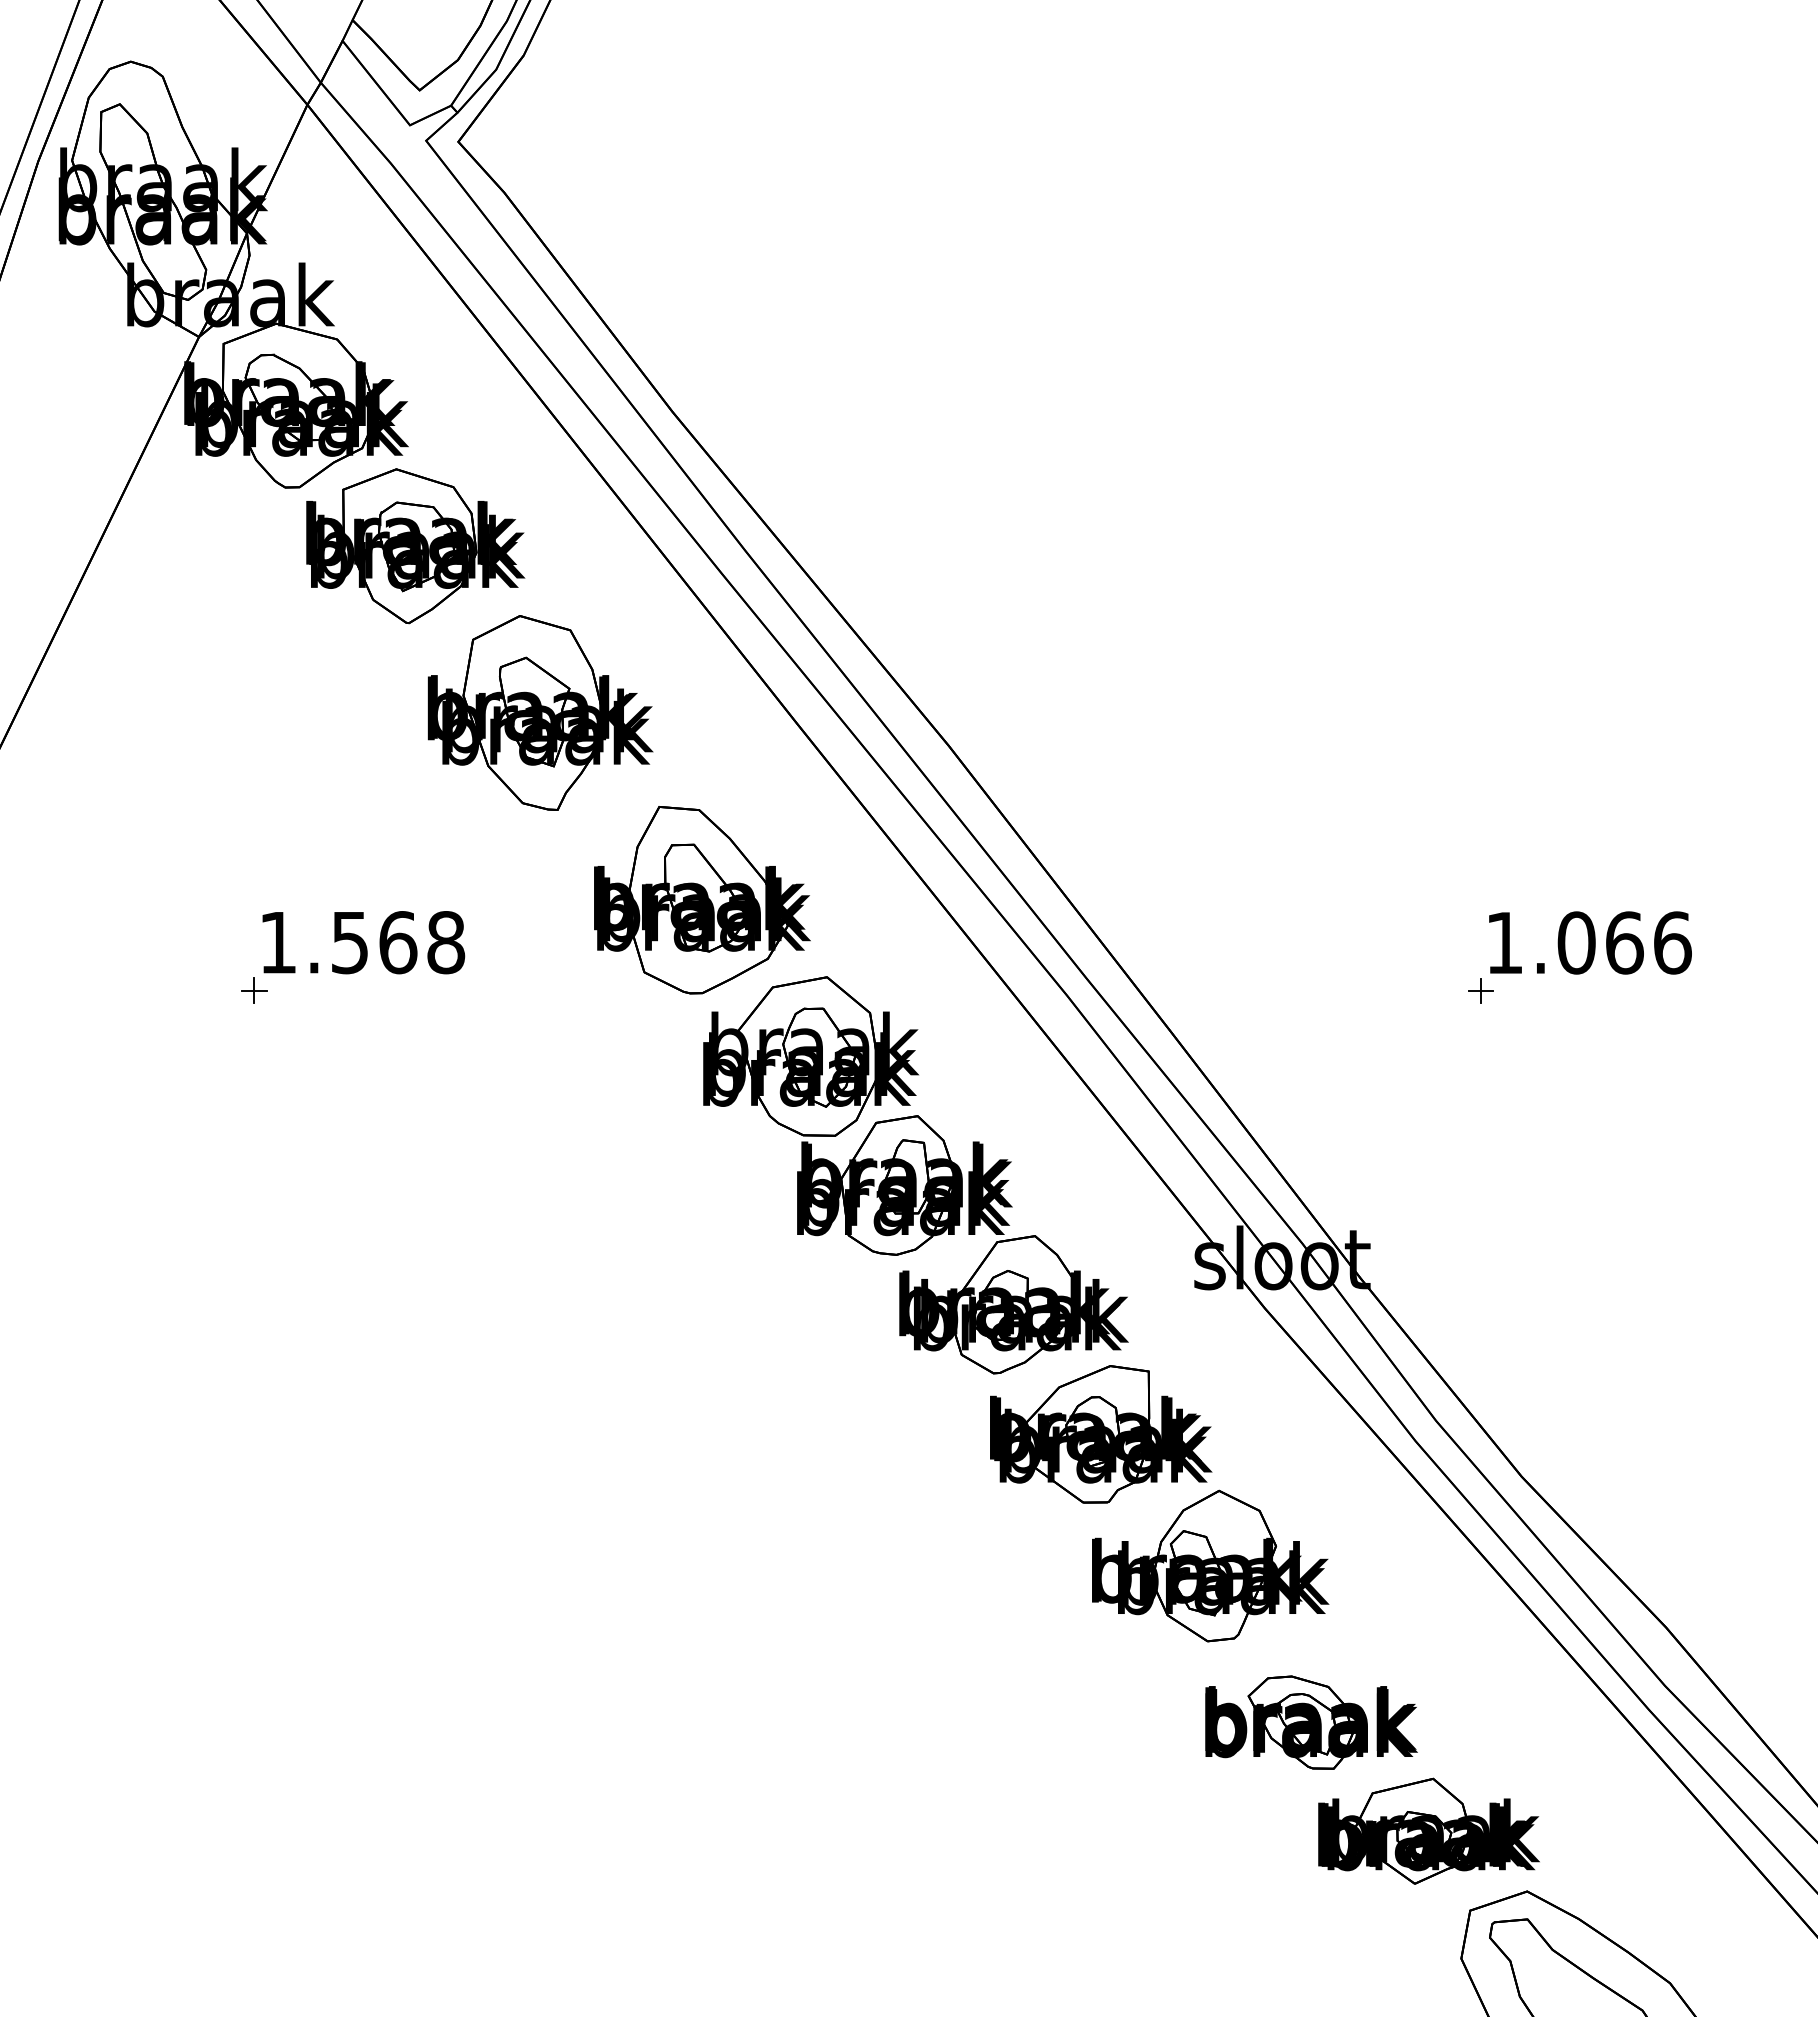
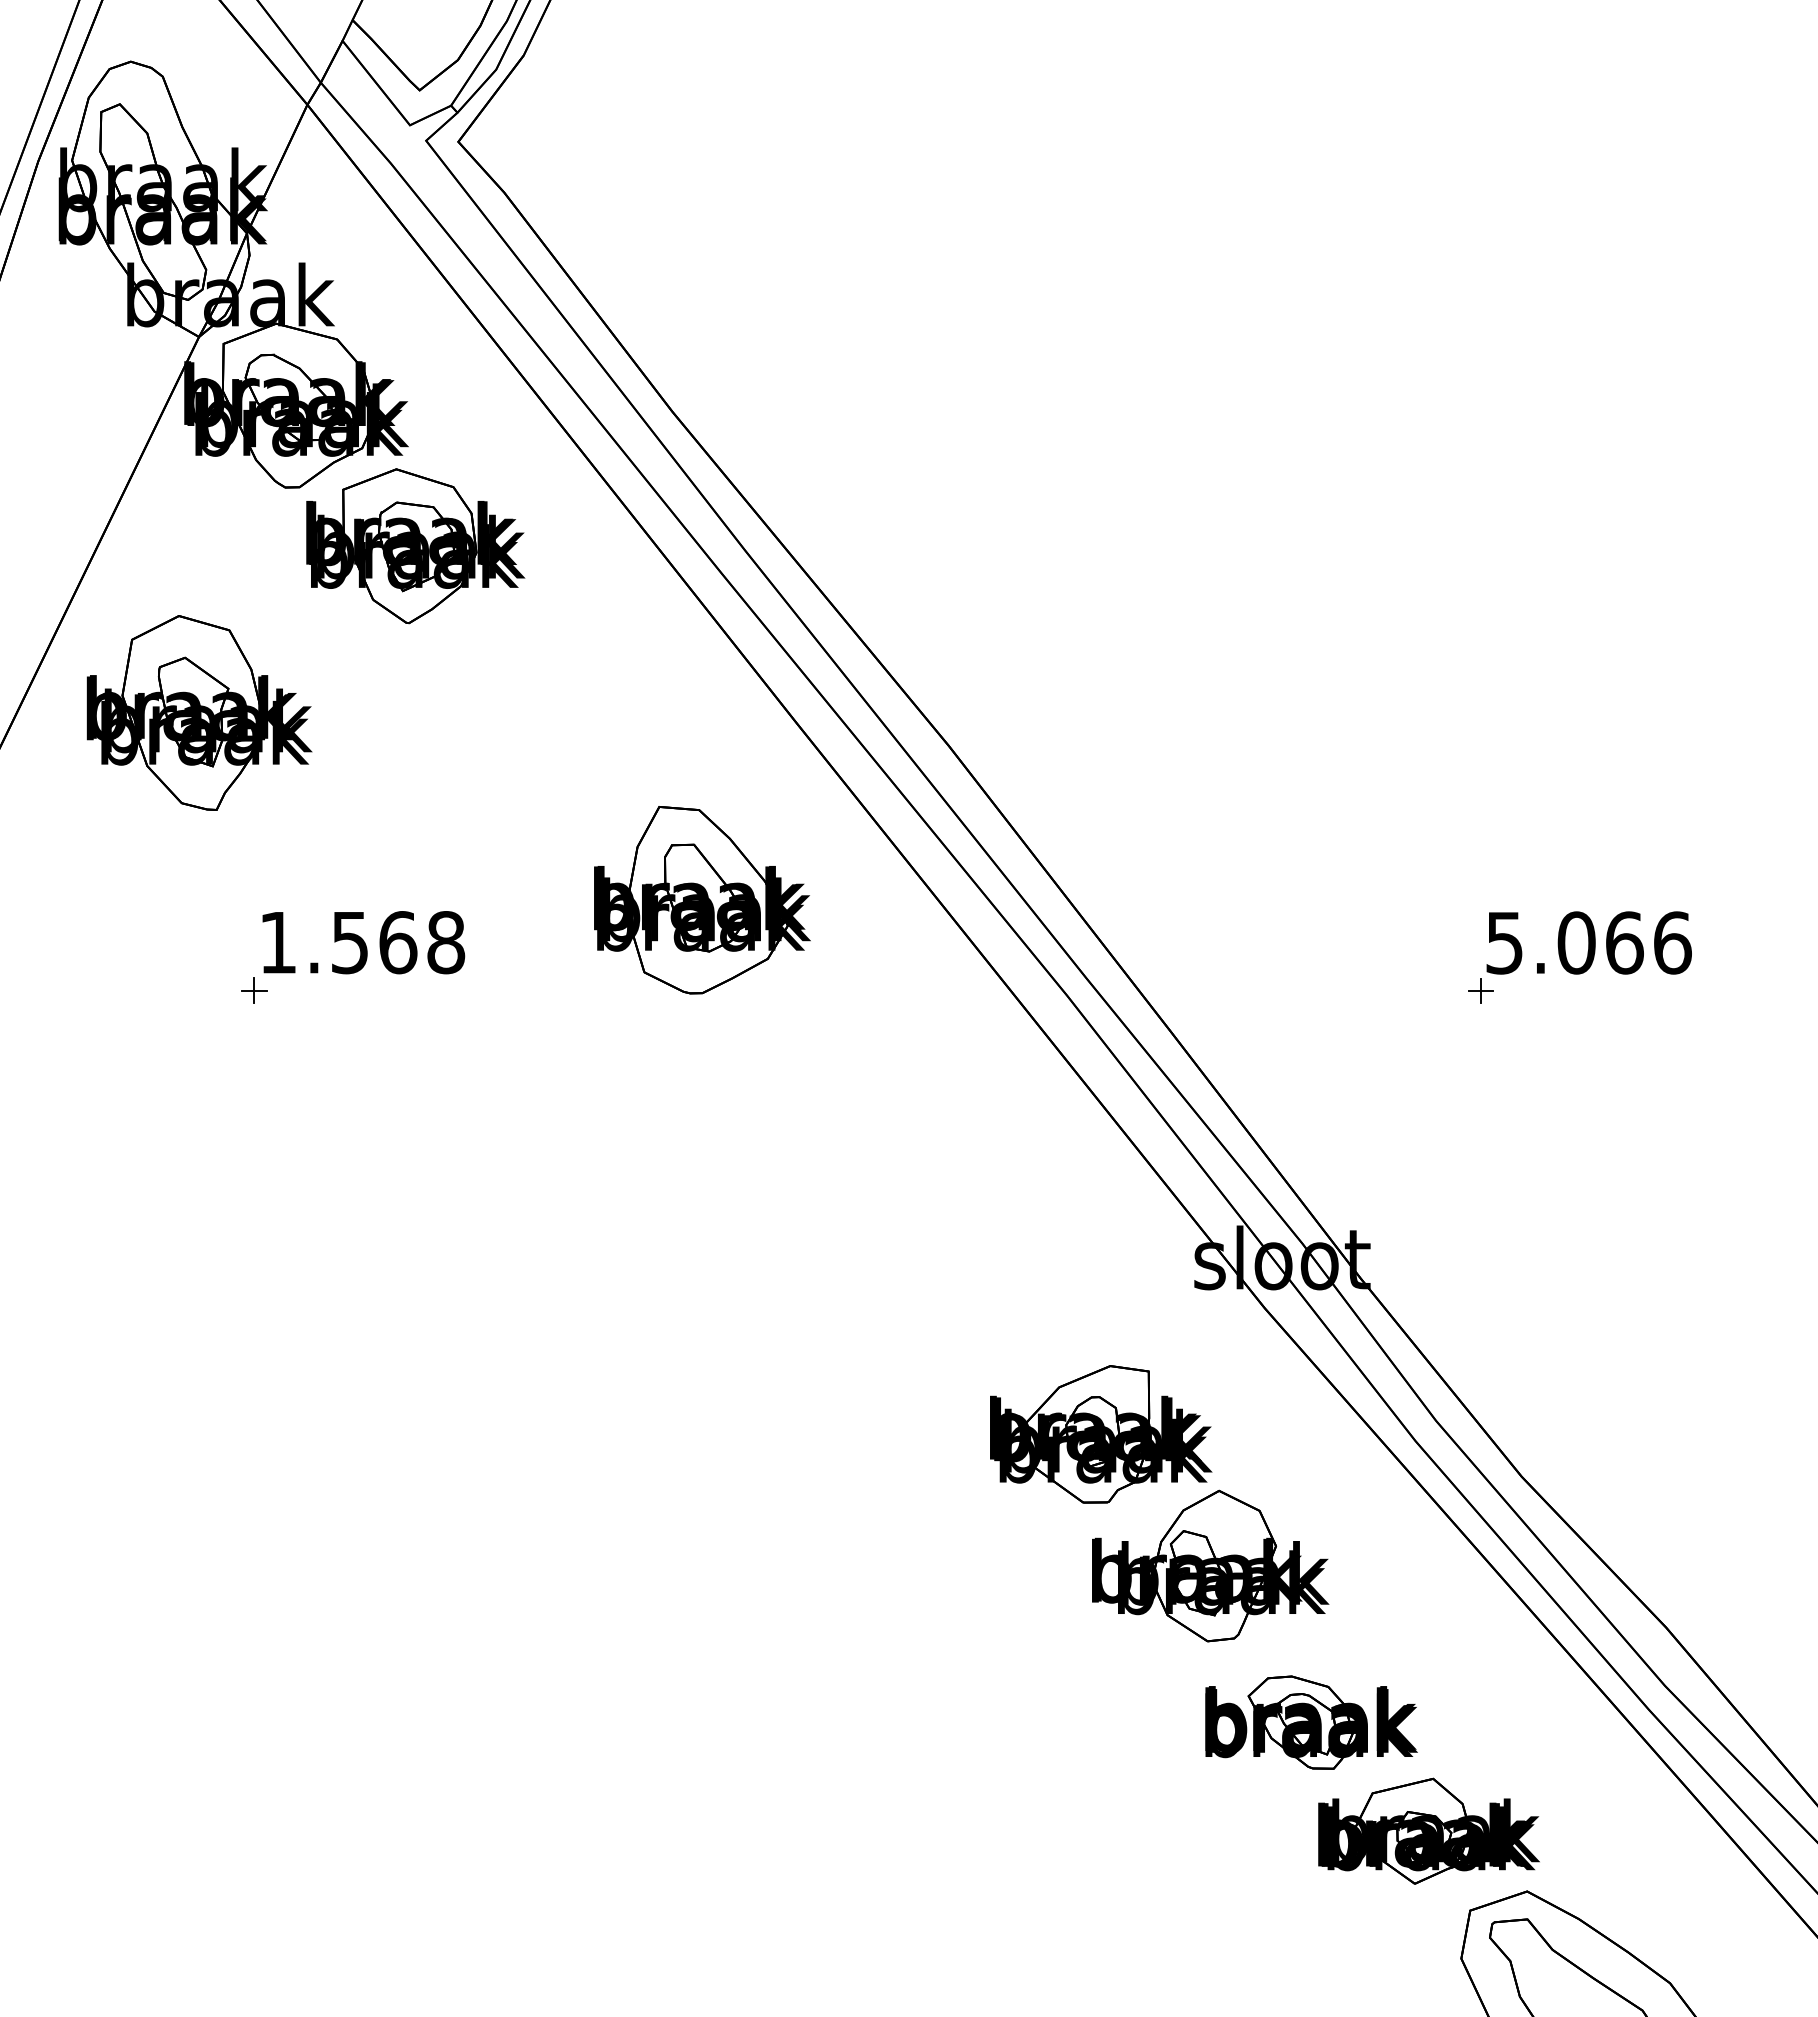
part at (540, 712) position: (540, 712) -> (199, 712)
text at (1504, 943): 1.066 -> 5.066
part at (915, 1175): present -> none
